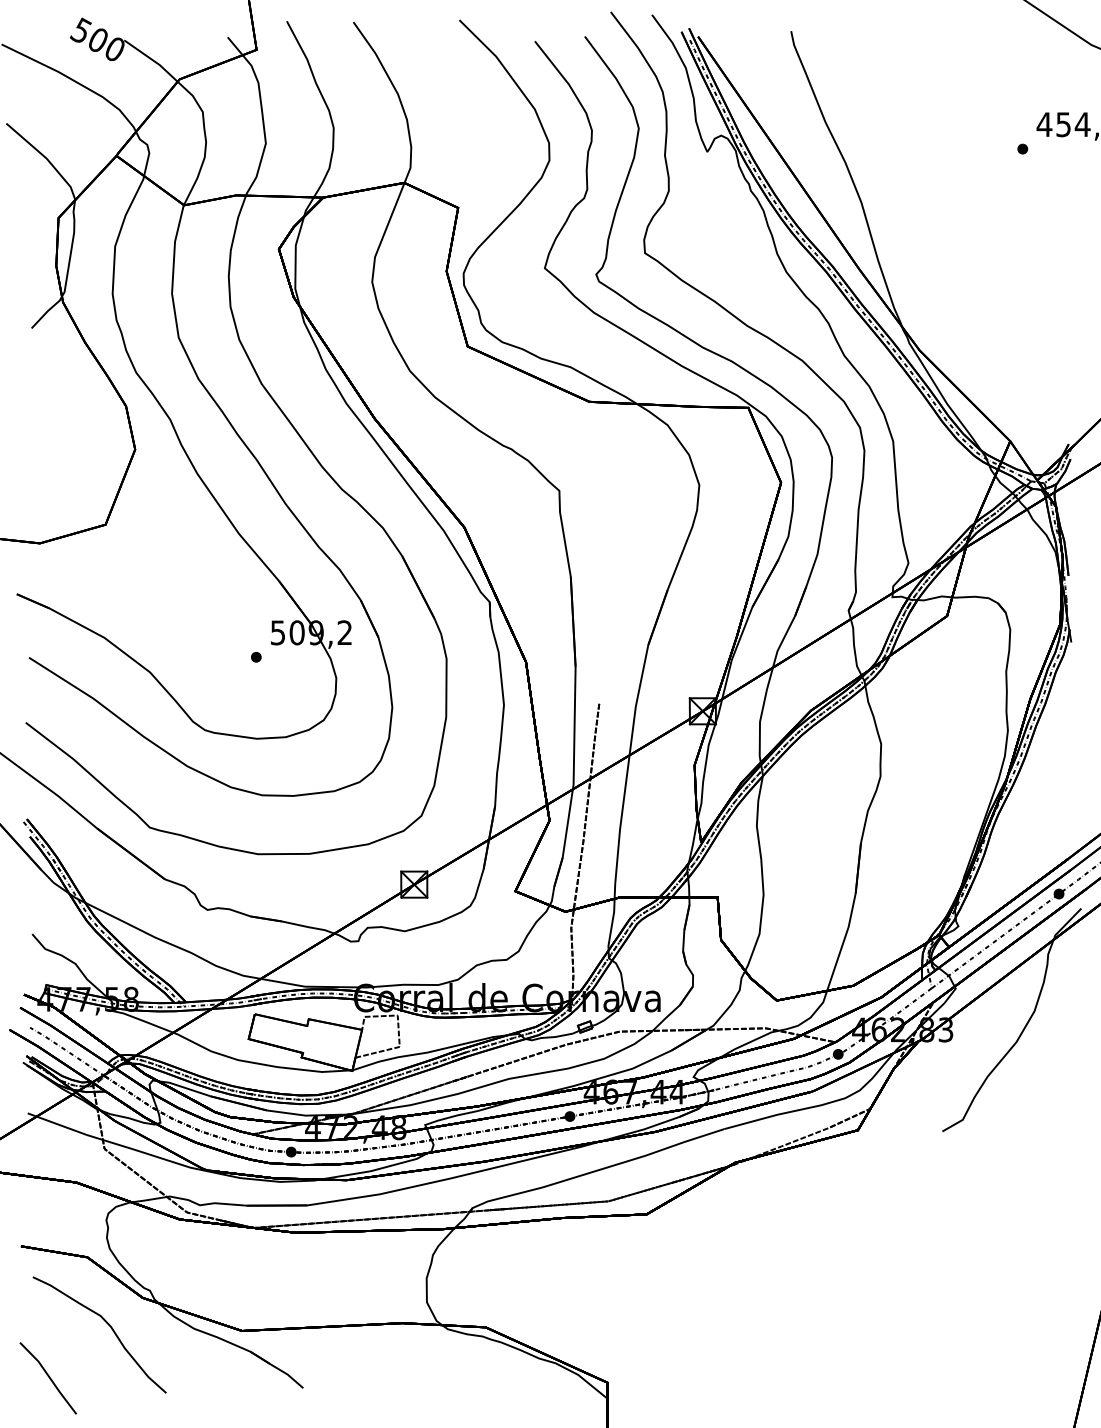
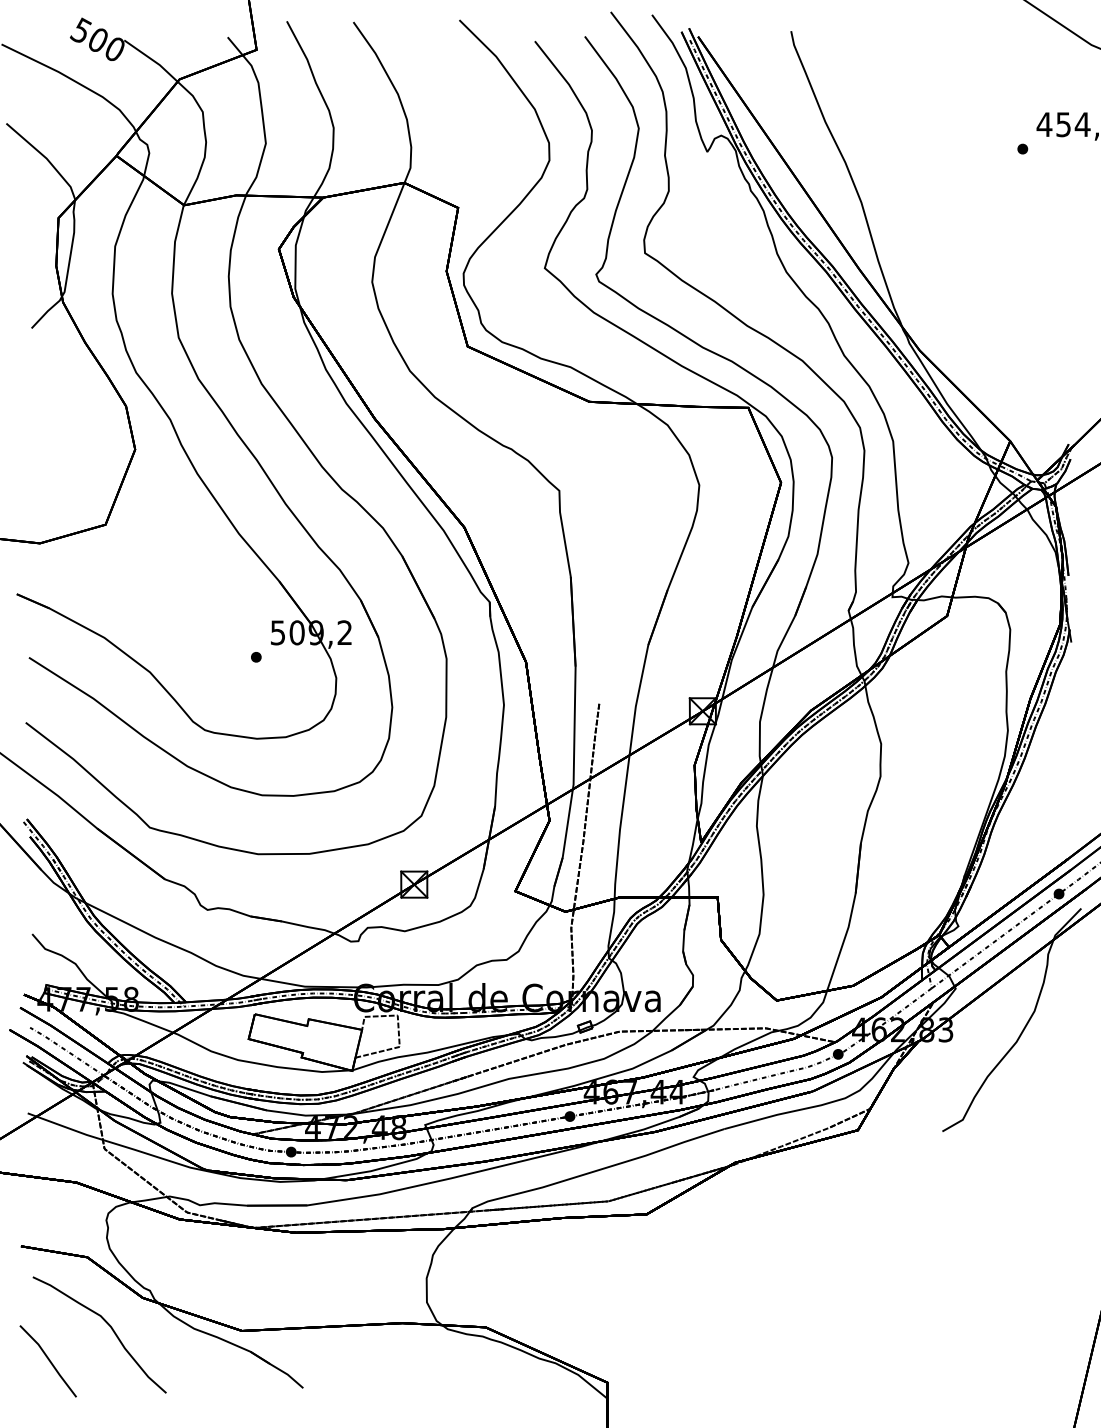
line at (48, 1377) position: (48, 1377) -> (48, 1360)
